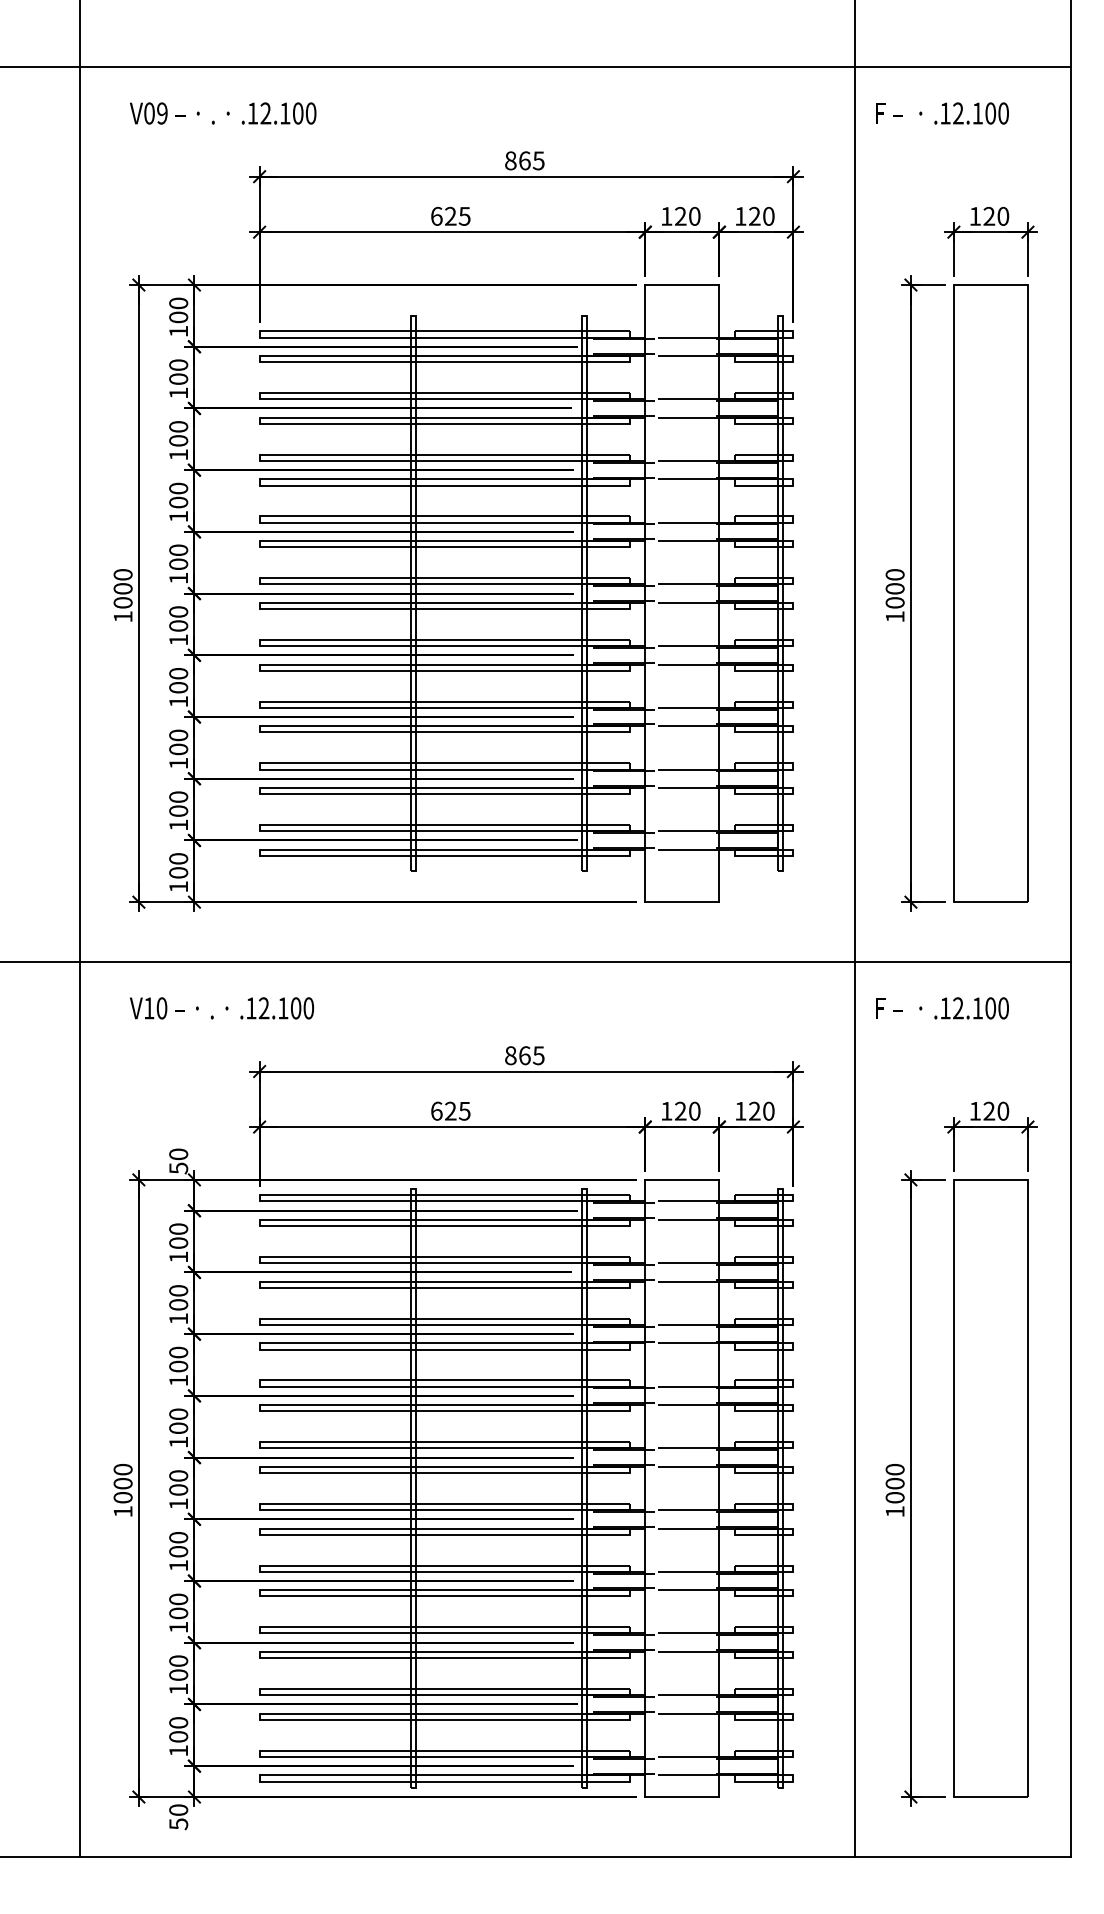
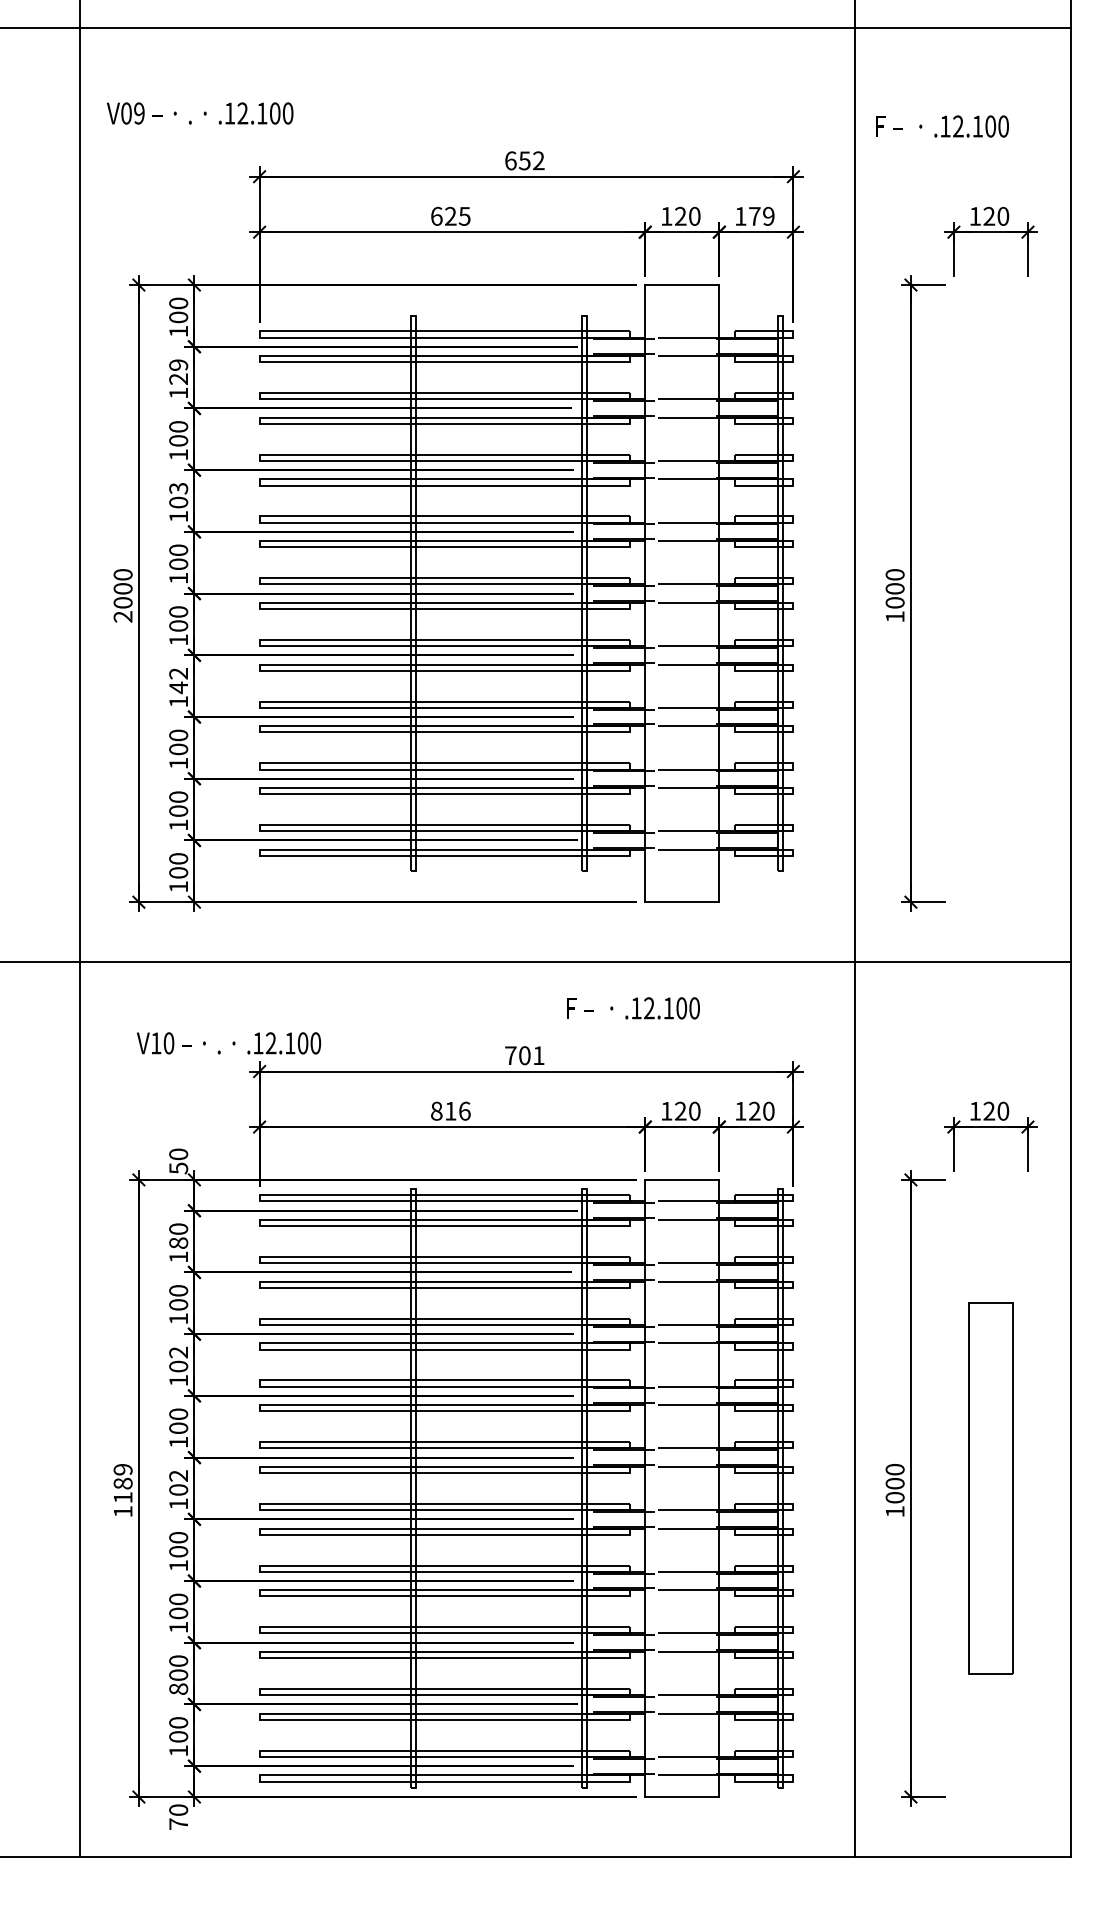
line at (536, 66) position: (536, 66) -> (536, 27)
text at (223, 113) position: (223, 113) -> (200, 113)
text at (942, 113) position: (942, 113) -> (942, 126)
text at (524, 160): 865 -> 652
text at (761, 215): 120 -> 179
text at (178, 371): 100 -> 129
text at (178, 488): 100 -> 103
part at (990, 593): present -> none
text at (122, 616): 1000 -> 2000
text at (178, 681): 100 -> 142
text at (222, 1008) position: (222, 1008) -> (229, 1043)
text at (942, 1008) position: (942, 1008) -> (633, 1008)
text at (524, 1055): 865 -> 701
text at (450, 1110): 625 -> 816
text at (178, 1242): 100 -> 180
text at (178, 1352): 100 -> 102
text at (178, 1475): 100 -> 102
text at (122, 1483): 1000 -> 1189
part at (990, 1488) size: 76x619 px -> 46x373 px
text at (178, 1688): 100 -> 800
text at (178, 1824): 50 -> 70
